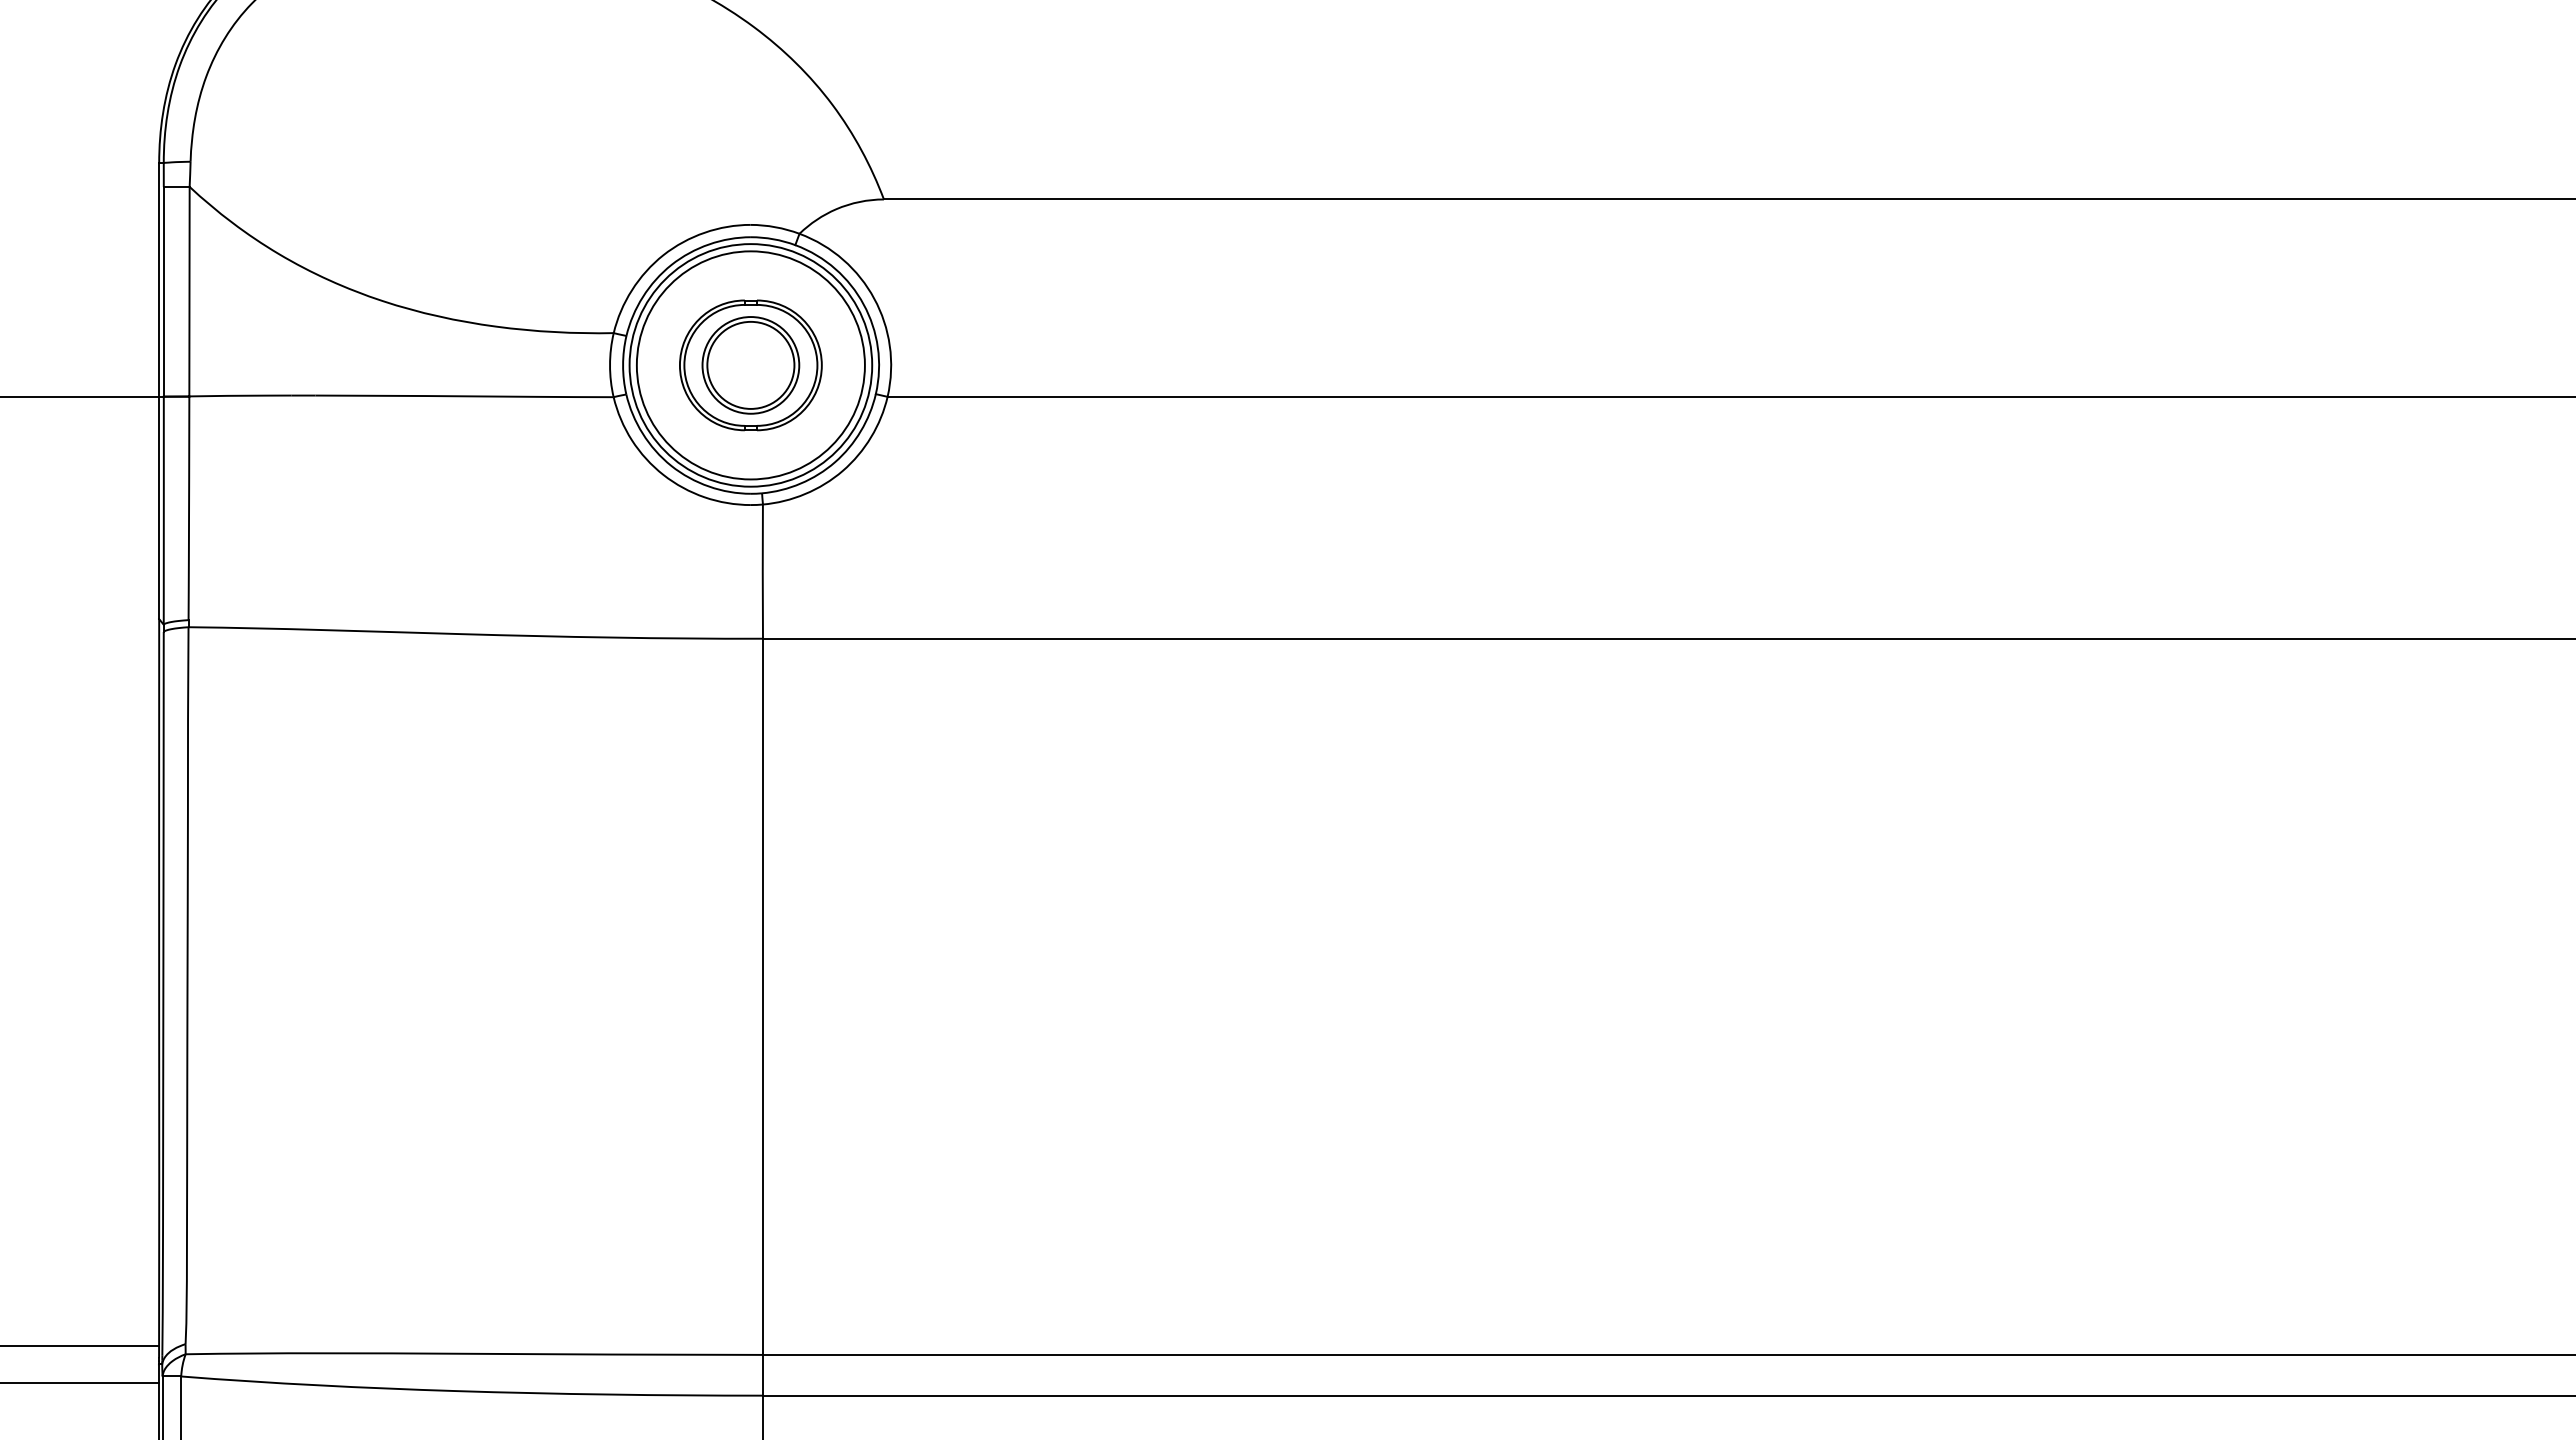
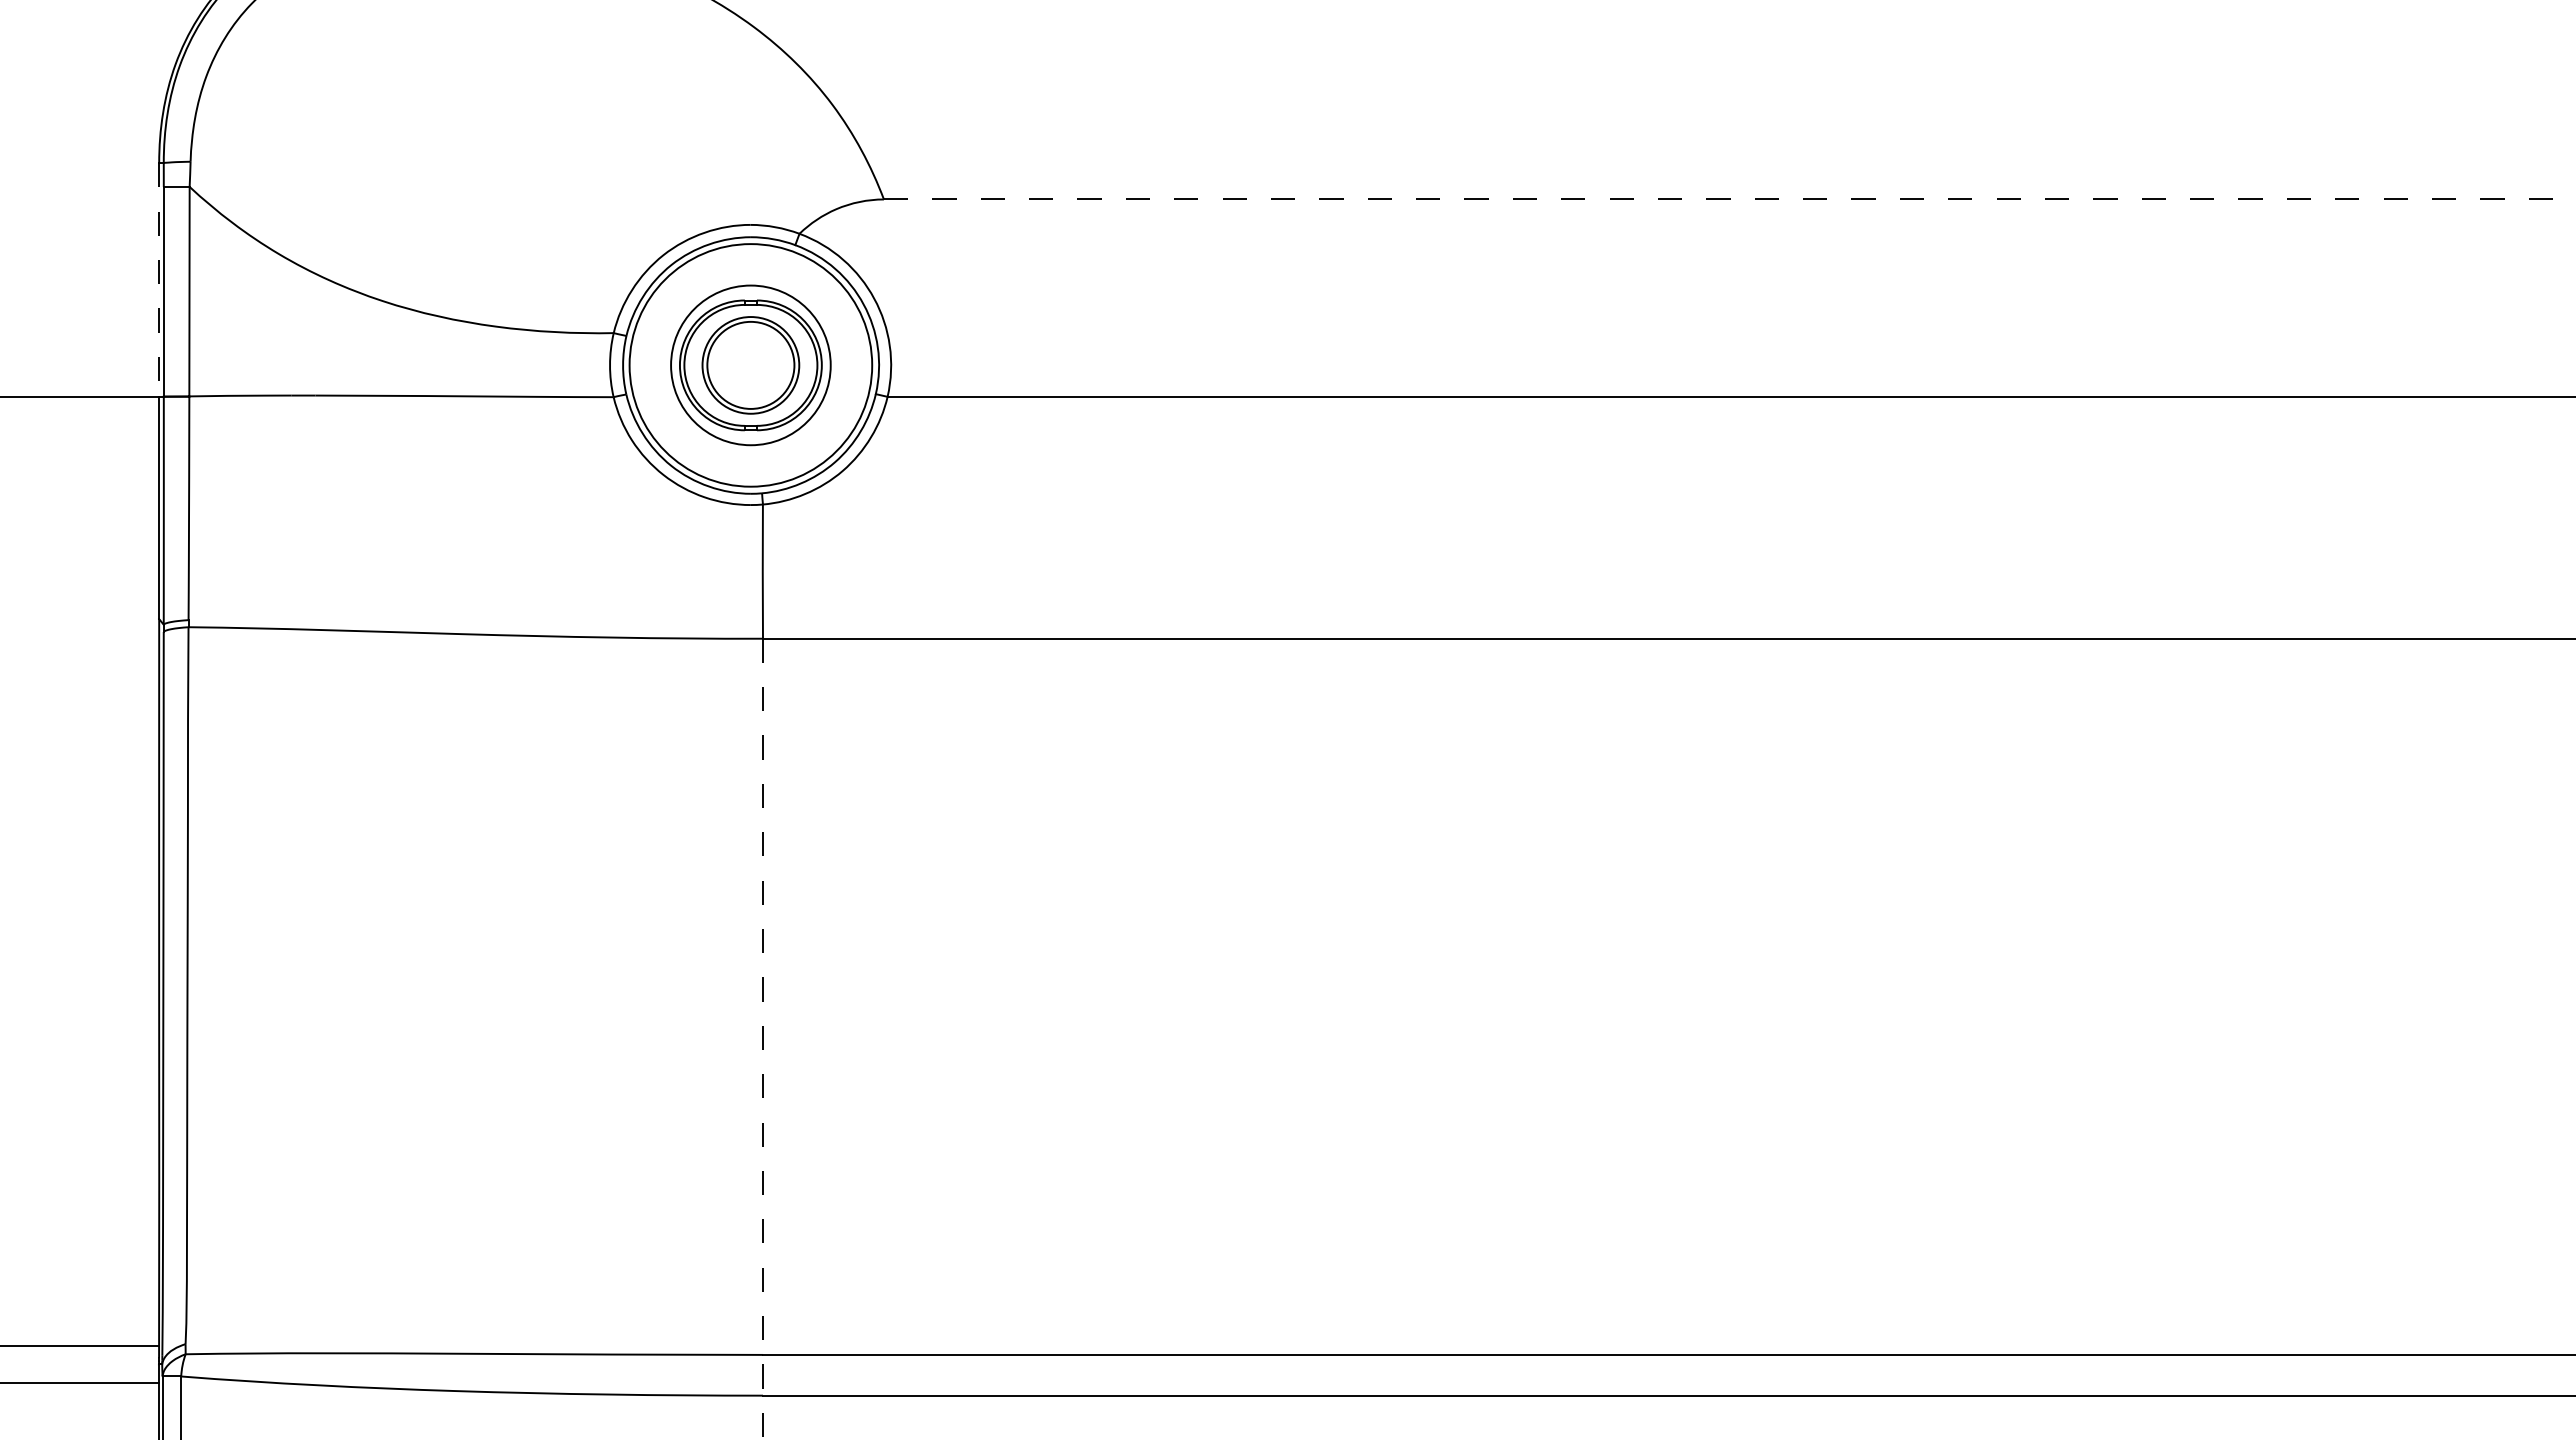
line at (1729, 199): solid -> dashed
line at (159, 280): solid -> dashed
circle at (750, 365) diameter: 228 px -> 160 px
line at (763, 1039): solid -> dashed
